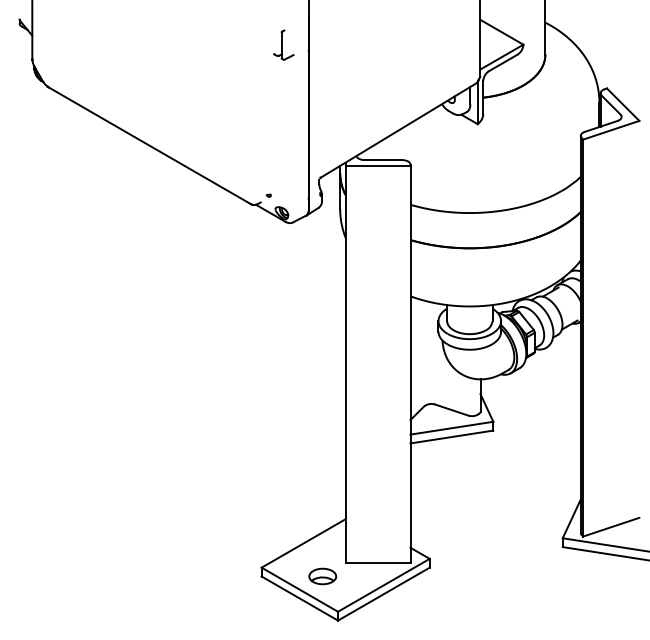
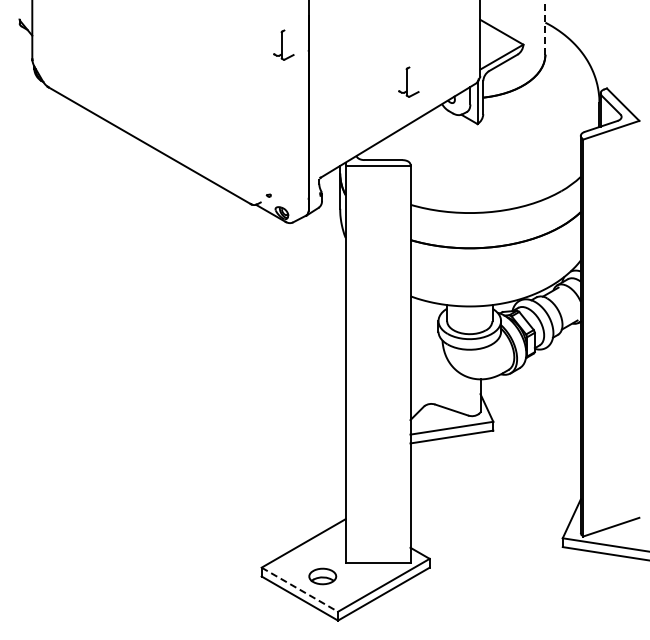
line at (545, 27): solid -> dashed
part at (408, 81): none -> present
line at (300, 589): solid -> dashed
